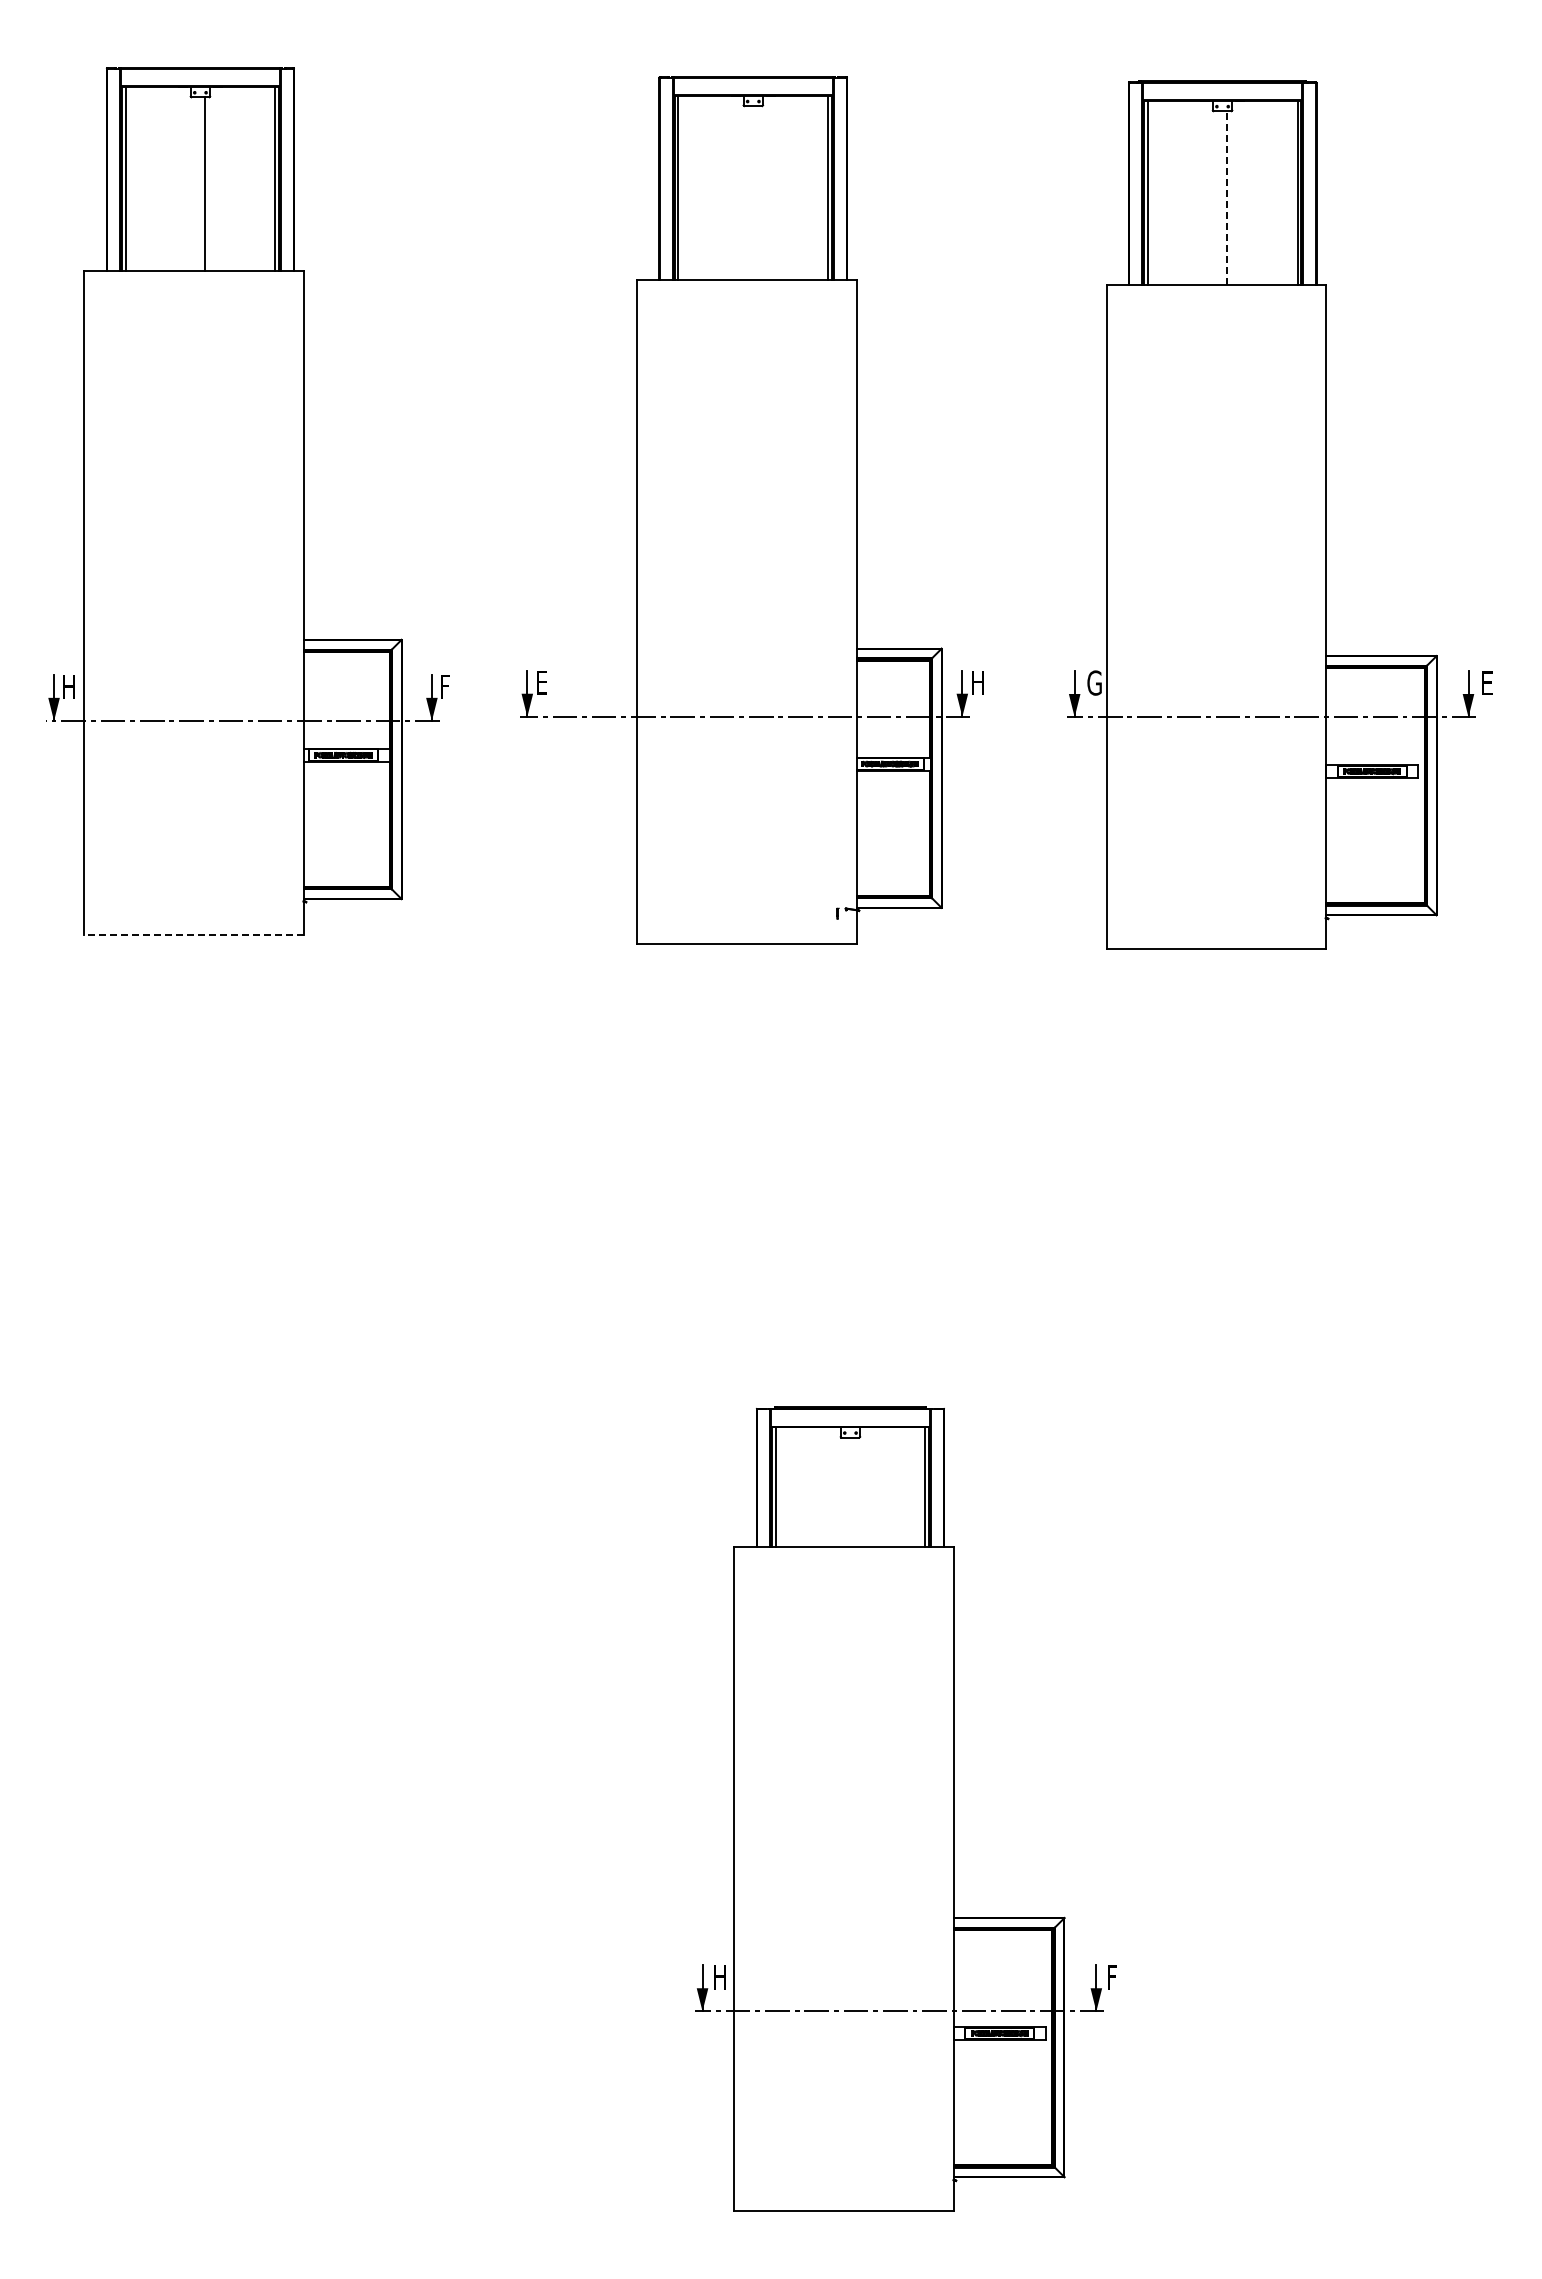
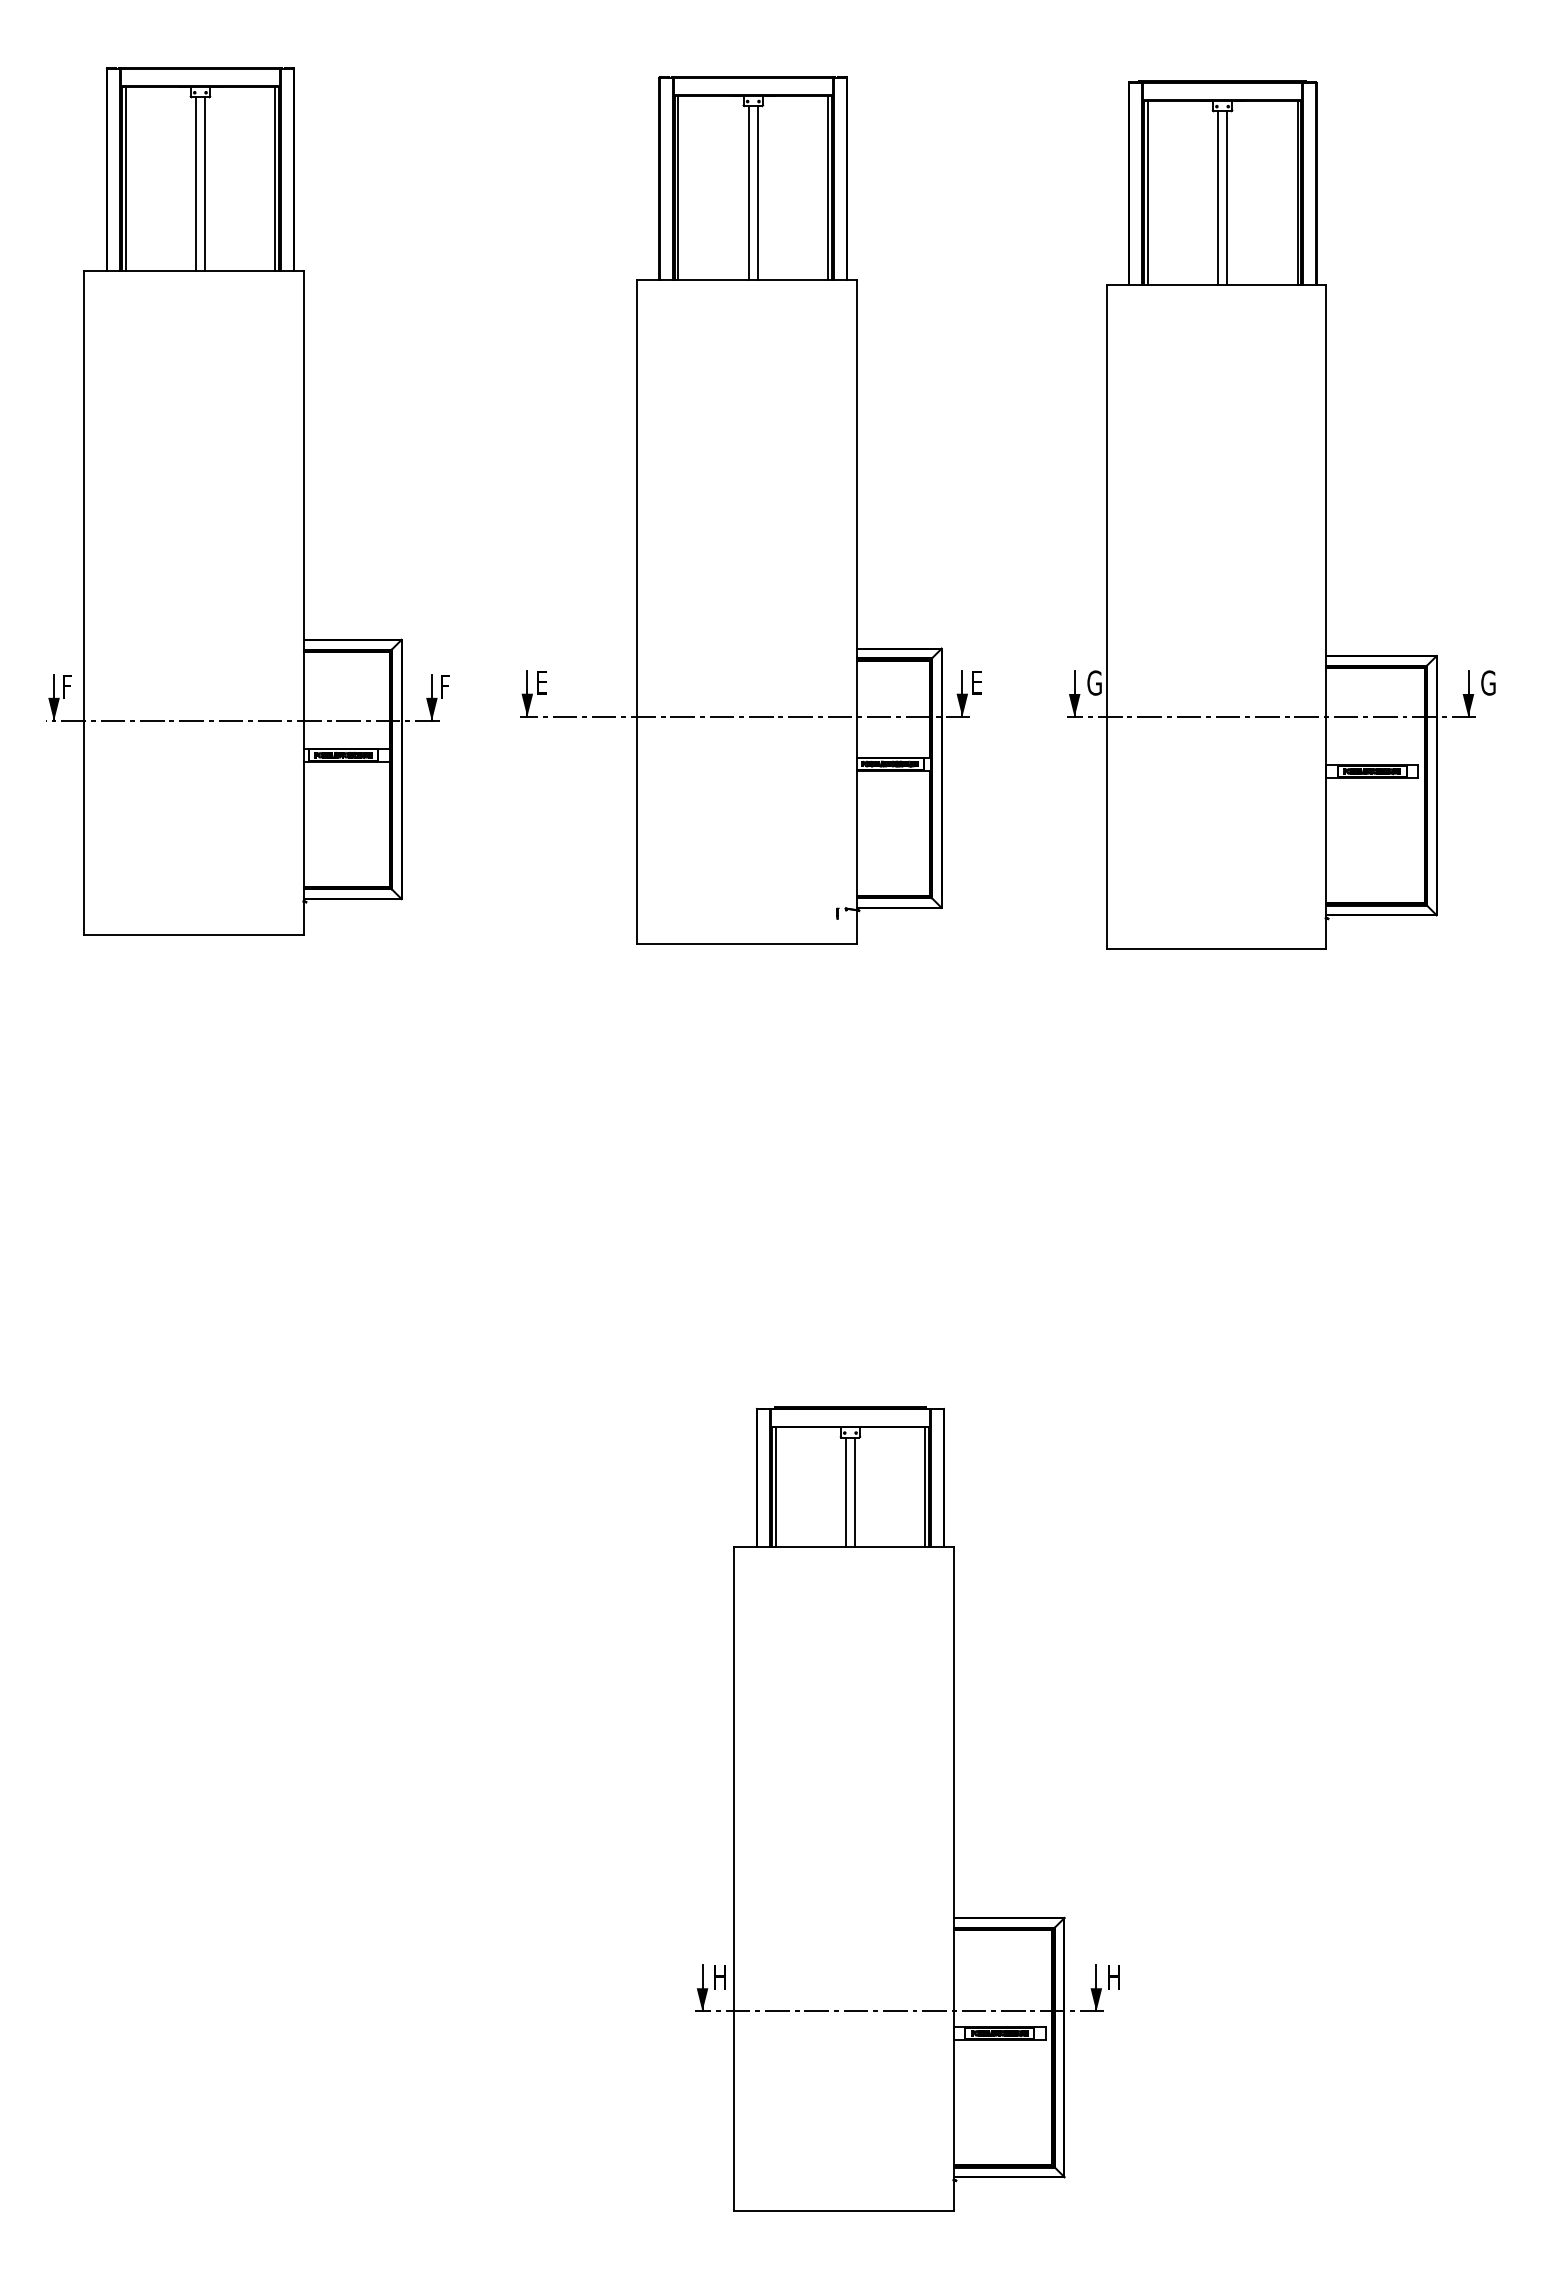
line at (195, 183): none -> present
line at (748, 192): none -> present
line at (758, 192): none -> present
line at (1217, 197): none -> present
line at (1227, 197): dashed -> solid
text at (978, 682): H -> E
text at (1488, 682): E -> G
text at (69, 686): H -> F
line at (194, 934): dashed -> solid
line at (845, 1491): none -> present
line at (855, 1491): none -> present
text at (1114, 1977): F -> H
